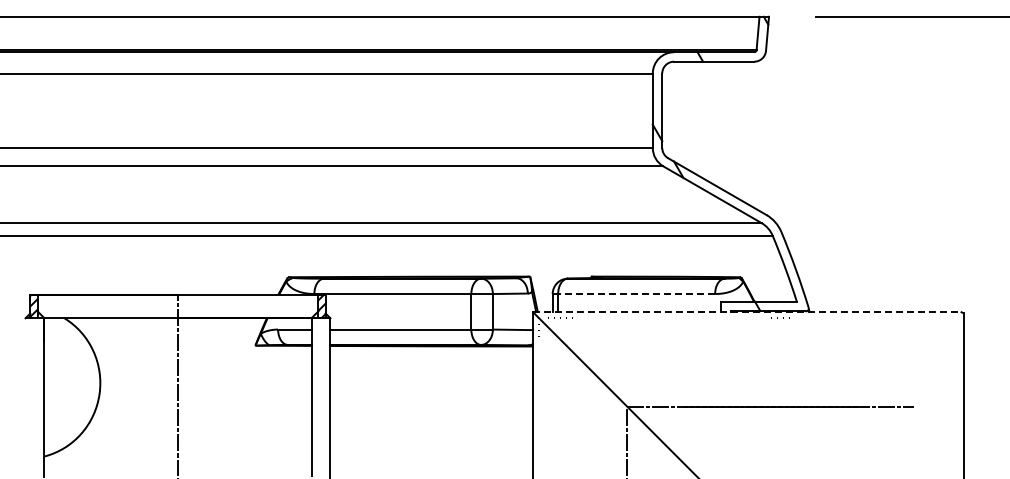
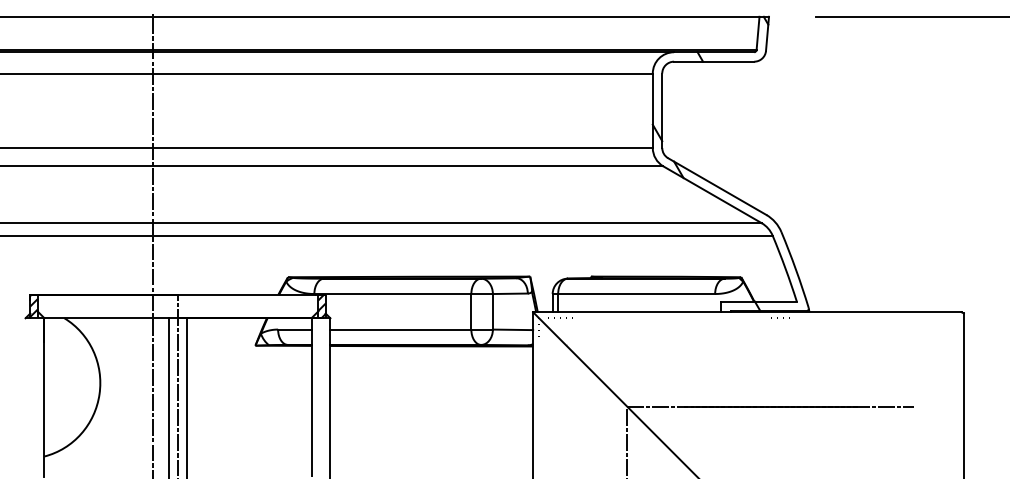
line at (152, 244): none -> present
line at (636, 294): dashed -> solid
line at (747, 312): dashed -> solid
line at (168, 396): none -> present
line at (187, 396): none -> present
